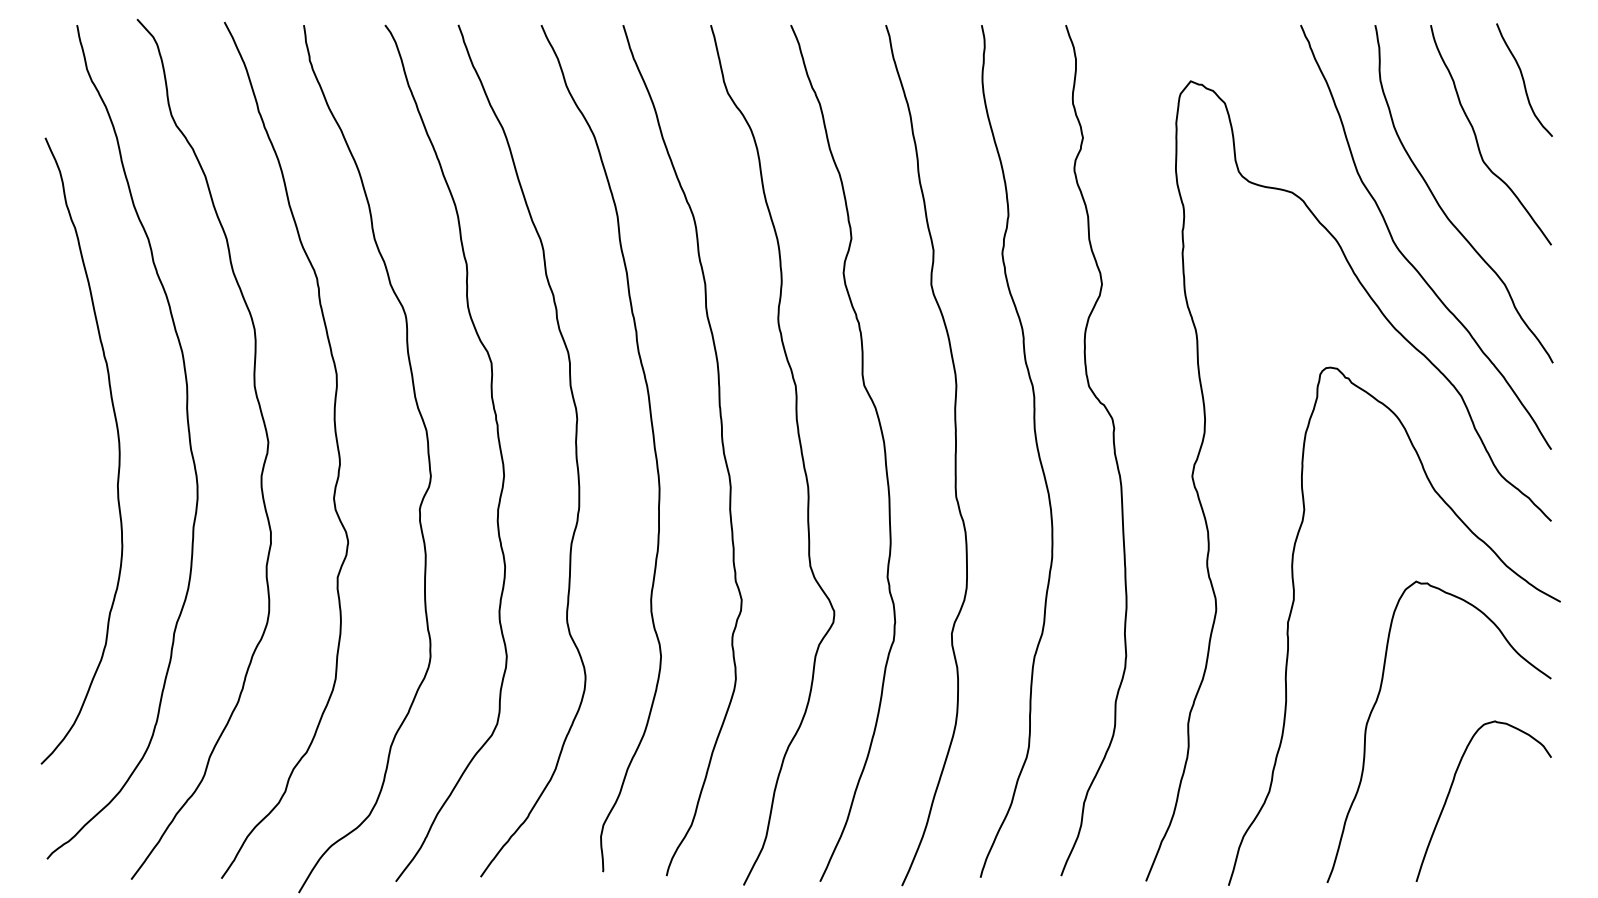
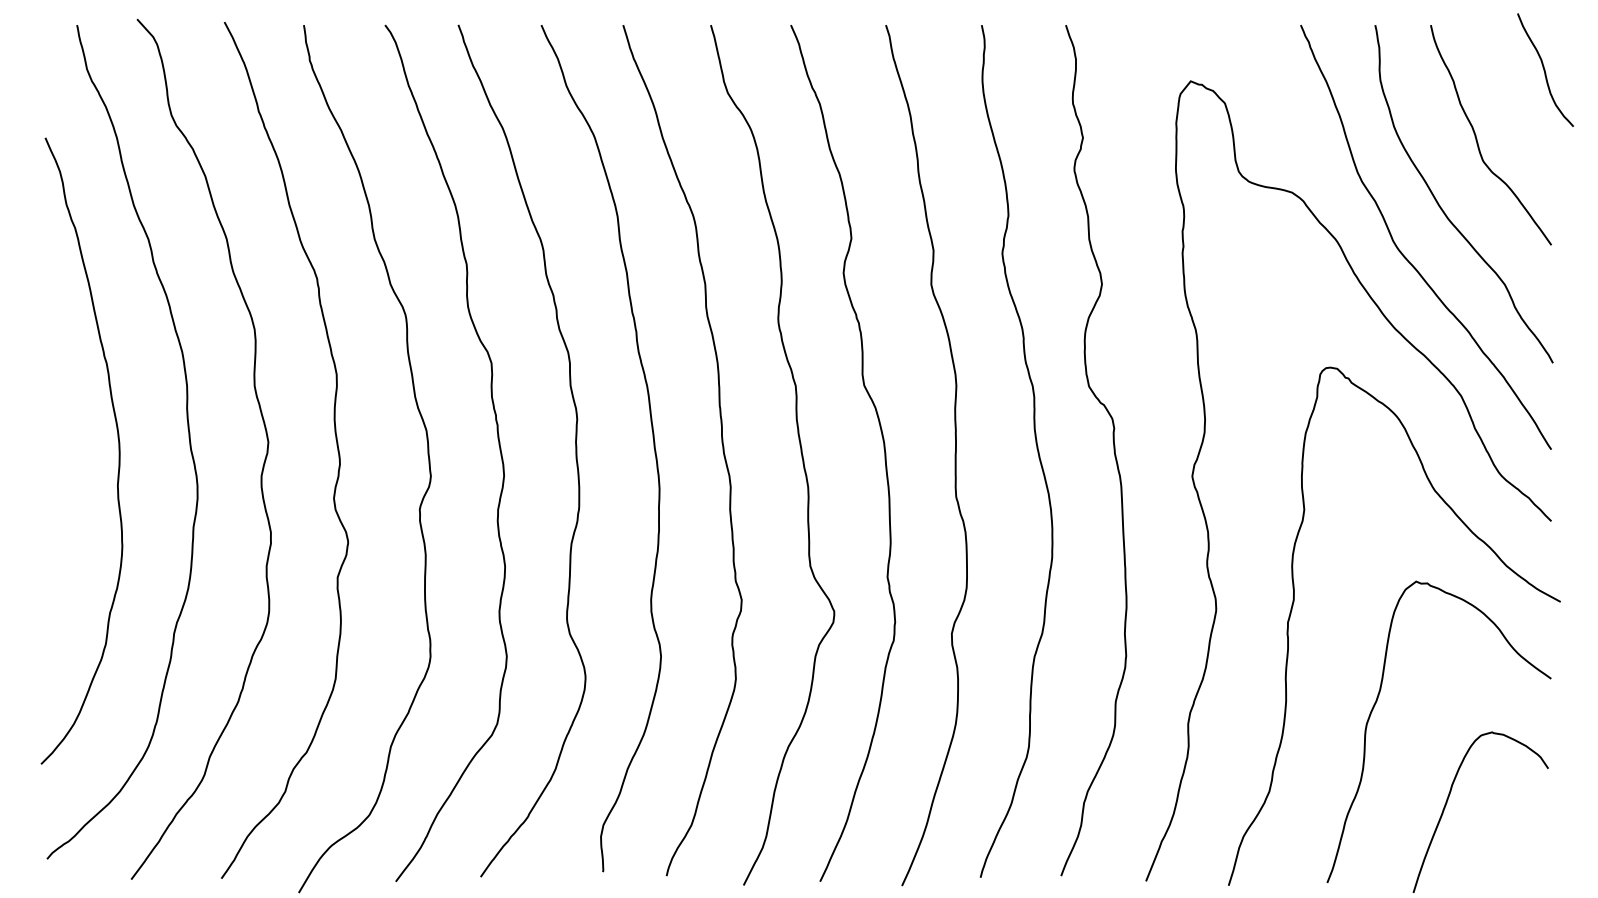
curve at (1524, 79) position: (1524, 79) -> (1545, 69)
curve at (1451, 789) position: (1451, 789) -> (1448, 800)
